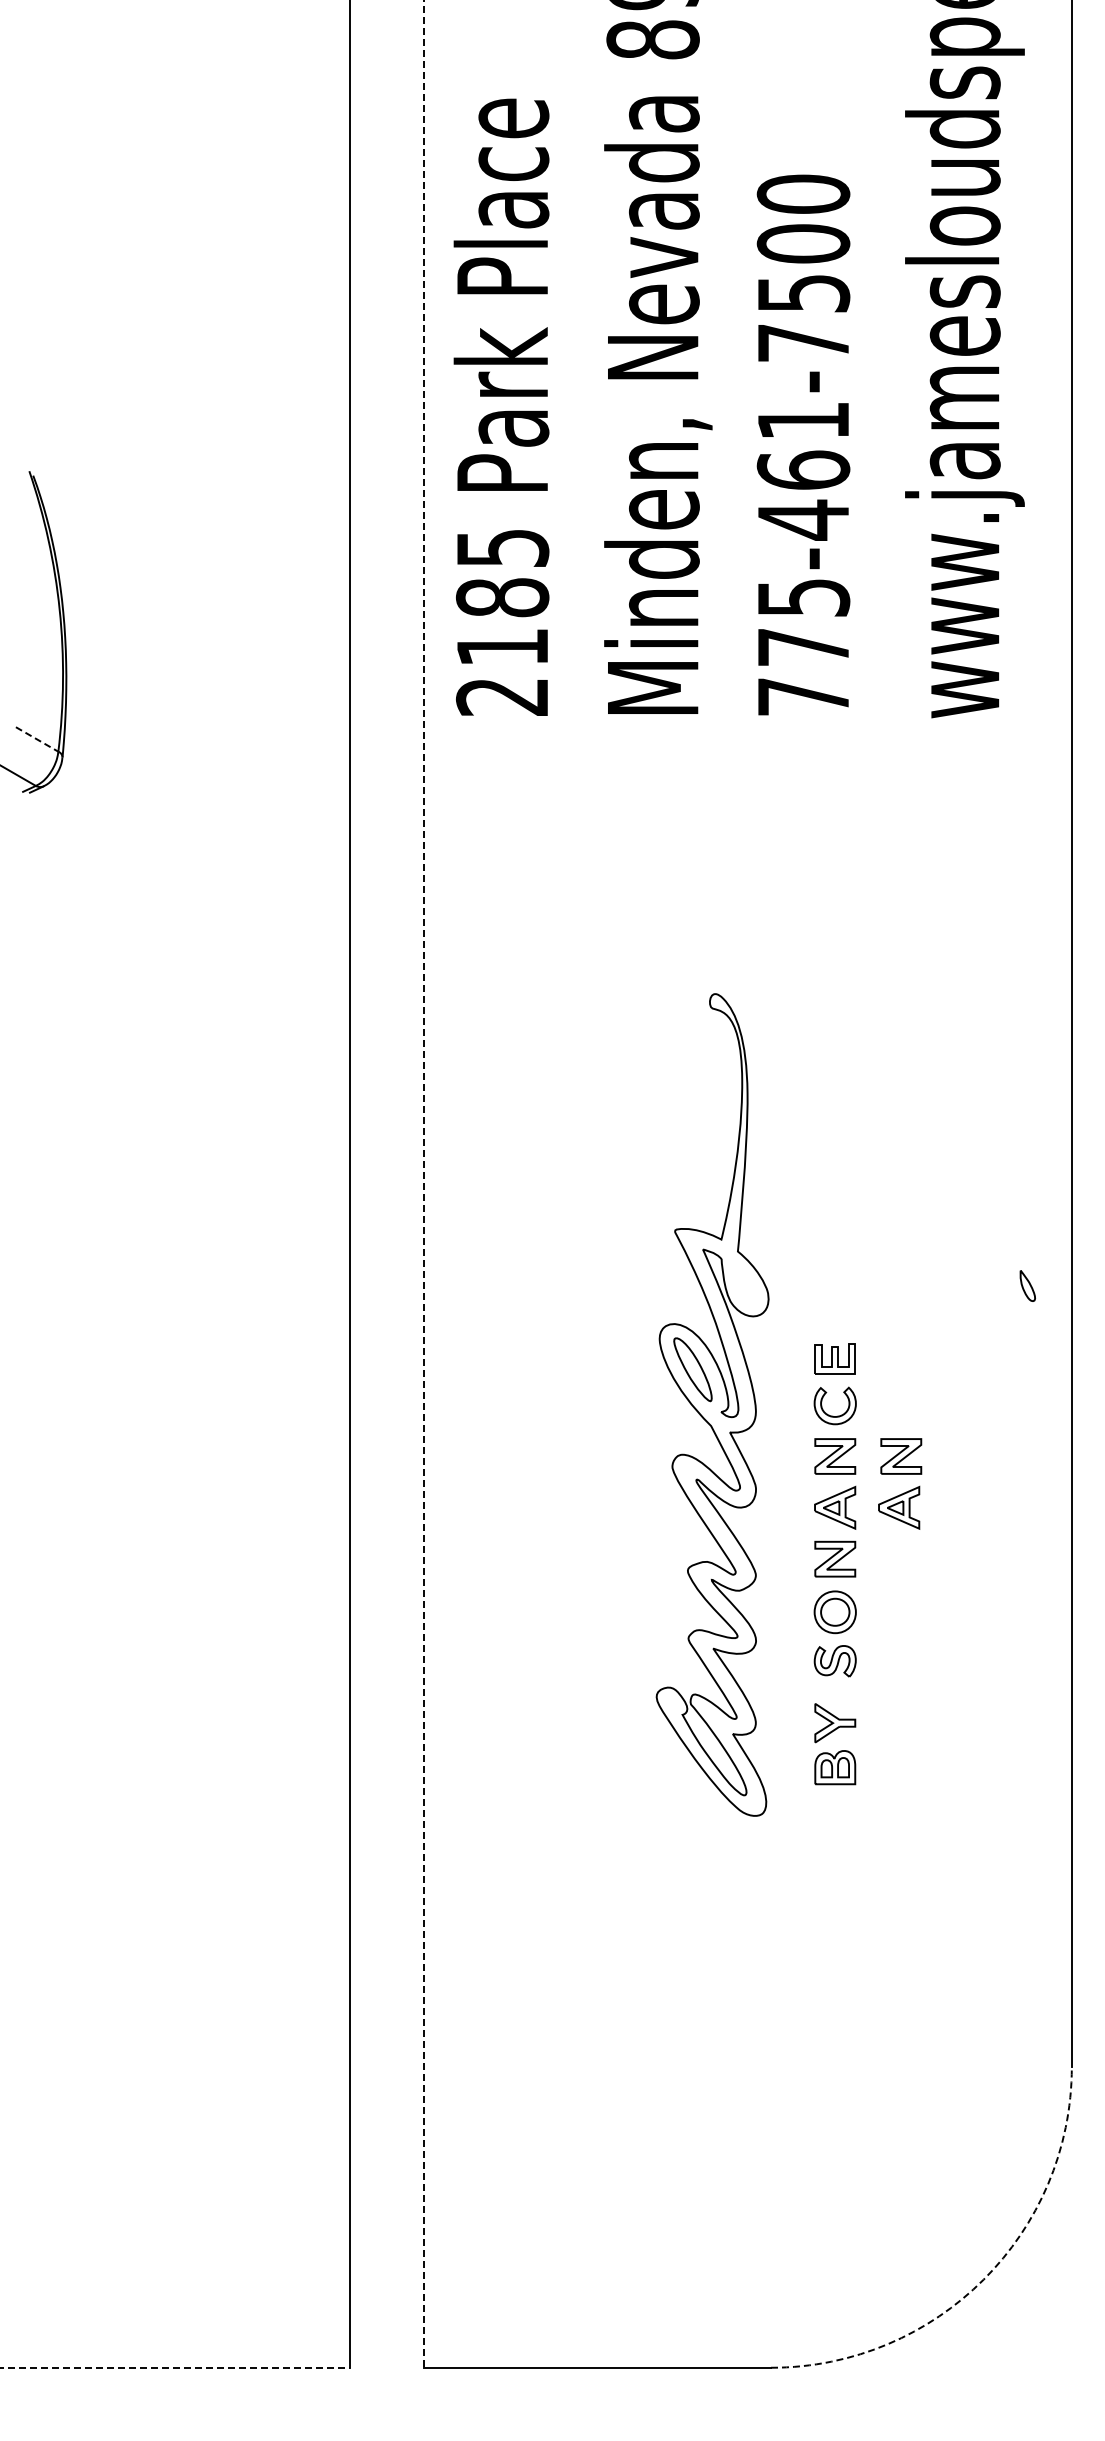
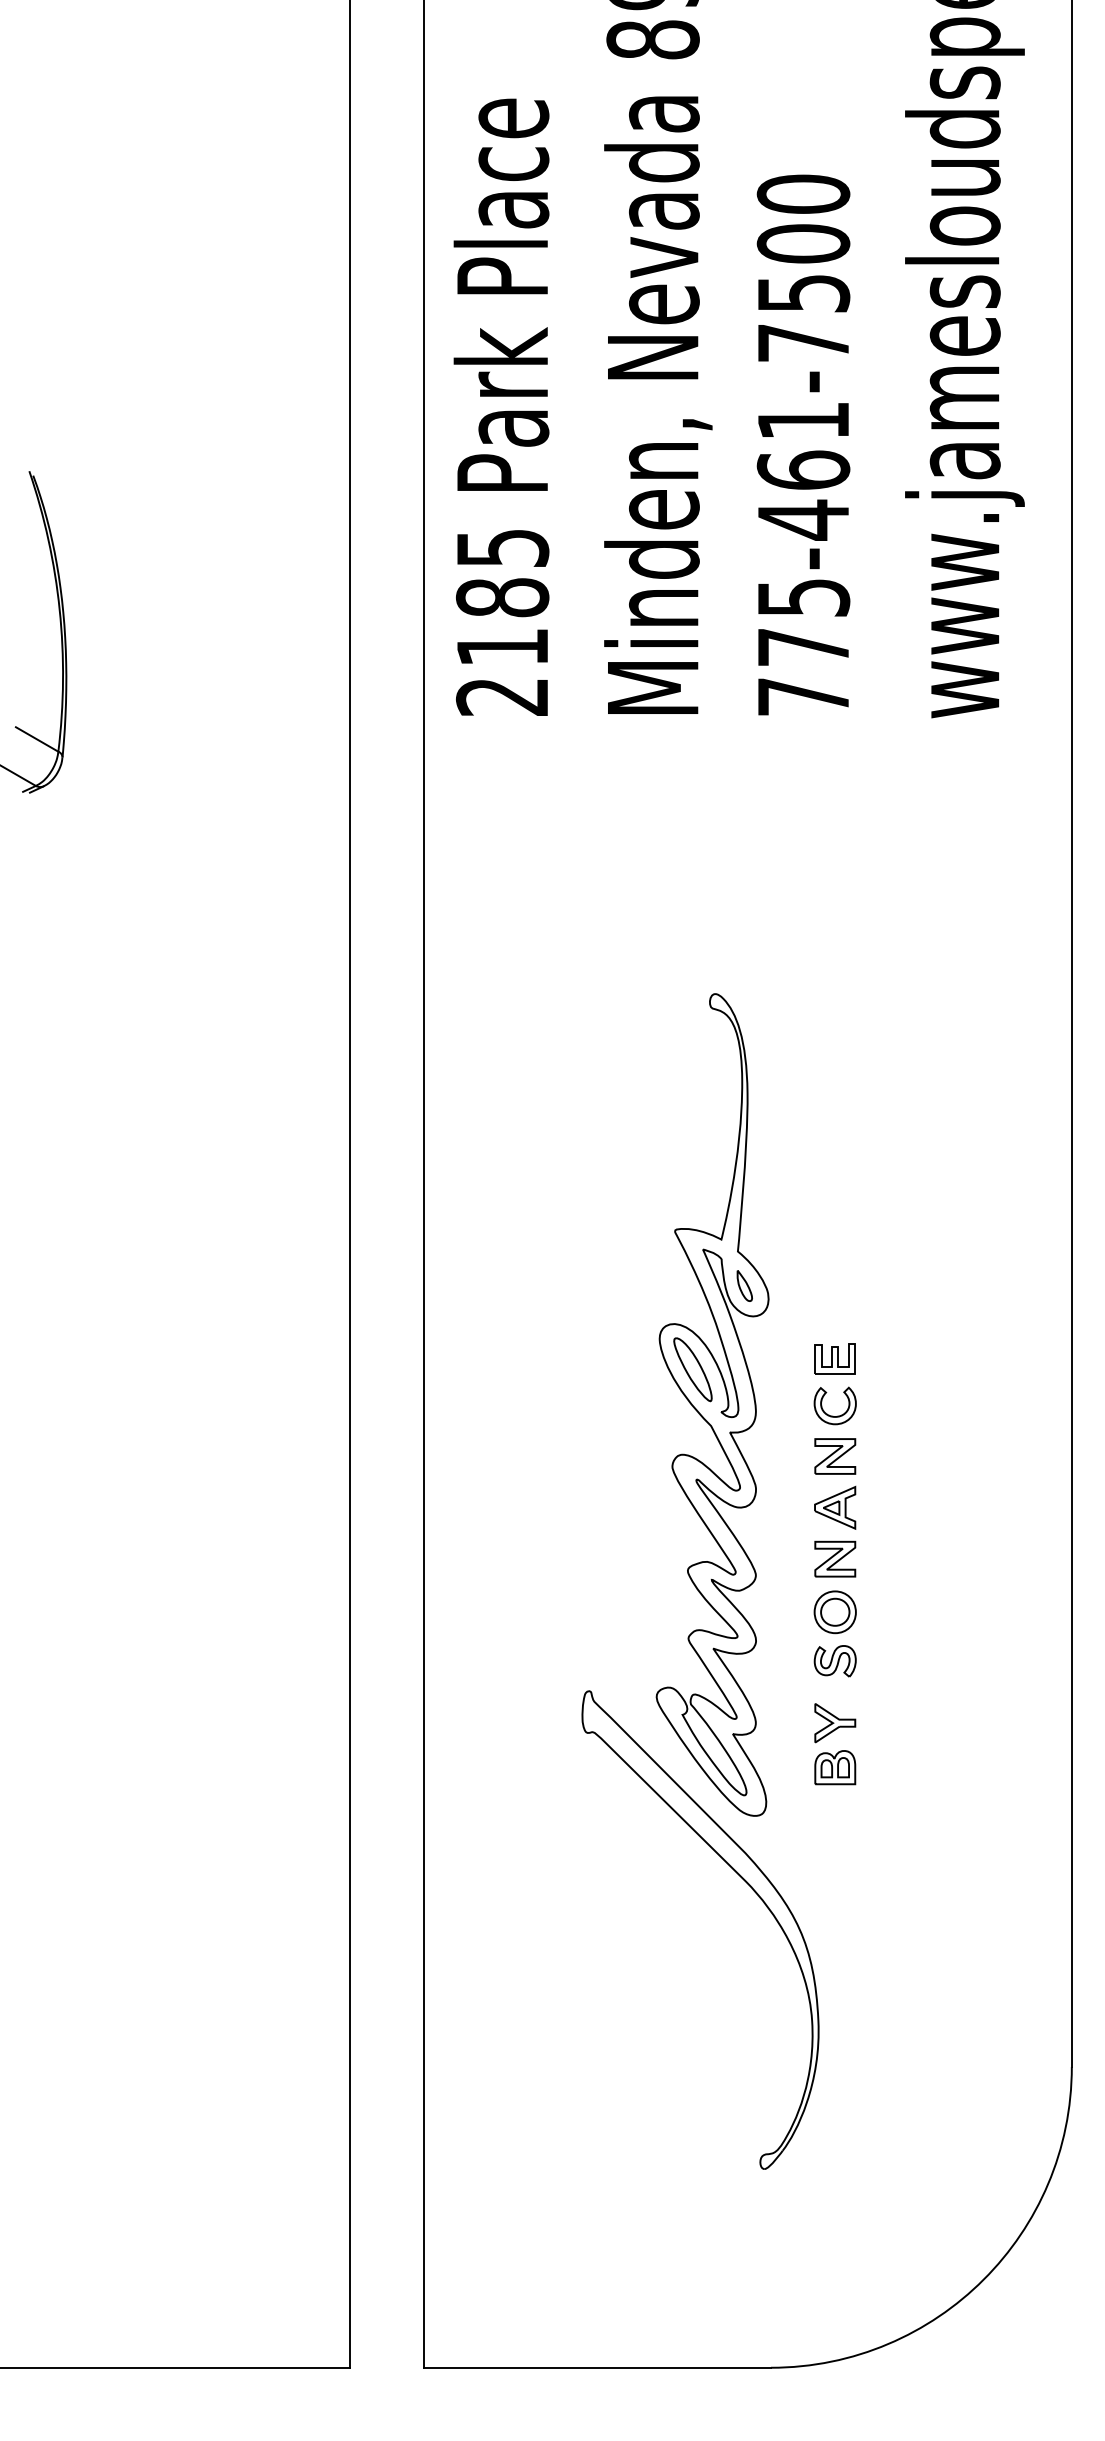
line at (37, 739): dashed -> solid
line at (424, 1184): dashed -> solid
part at (1027, 1285) position: (1027, 1285) -> (744, 1285)
part at (901, 1456): present -> none
part at (899, 1507): present -> none
part at (746, 1883): none -> present
arc at (983, 2279): dashed -> solid
line at (175, 2367): dashed -> solid
